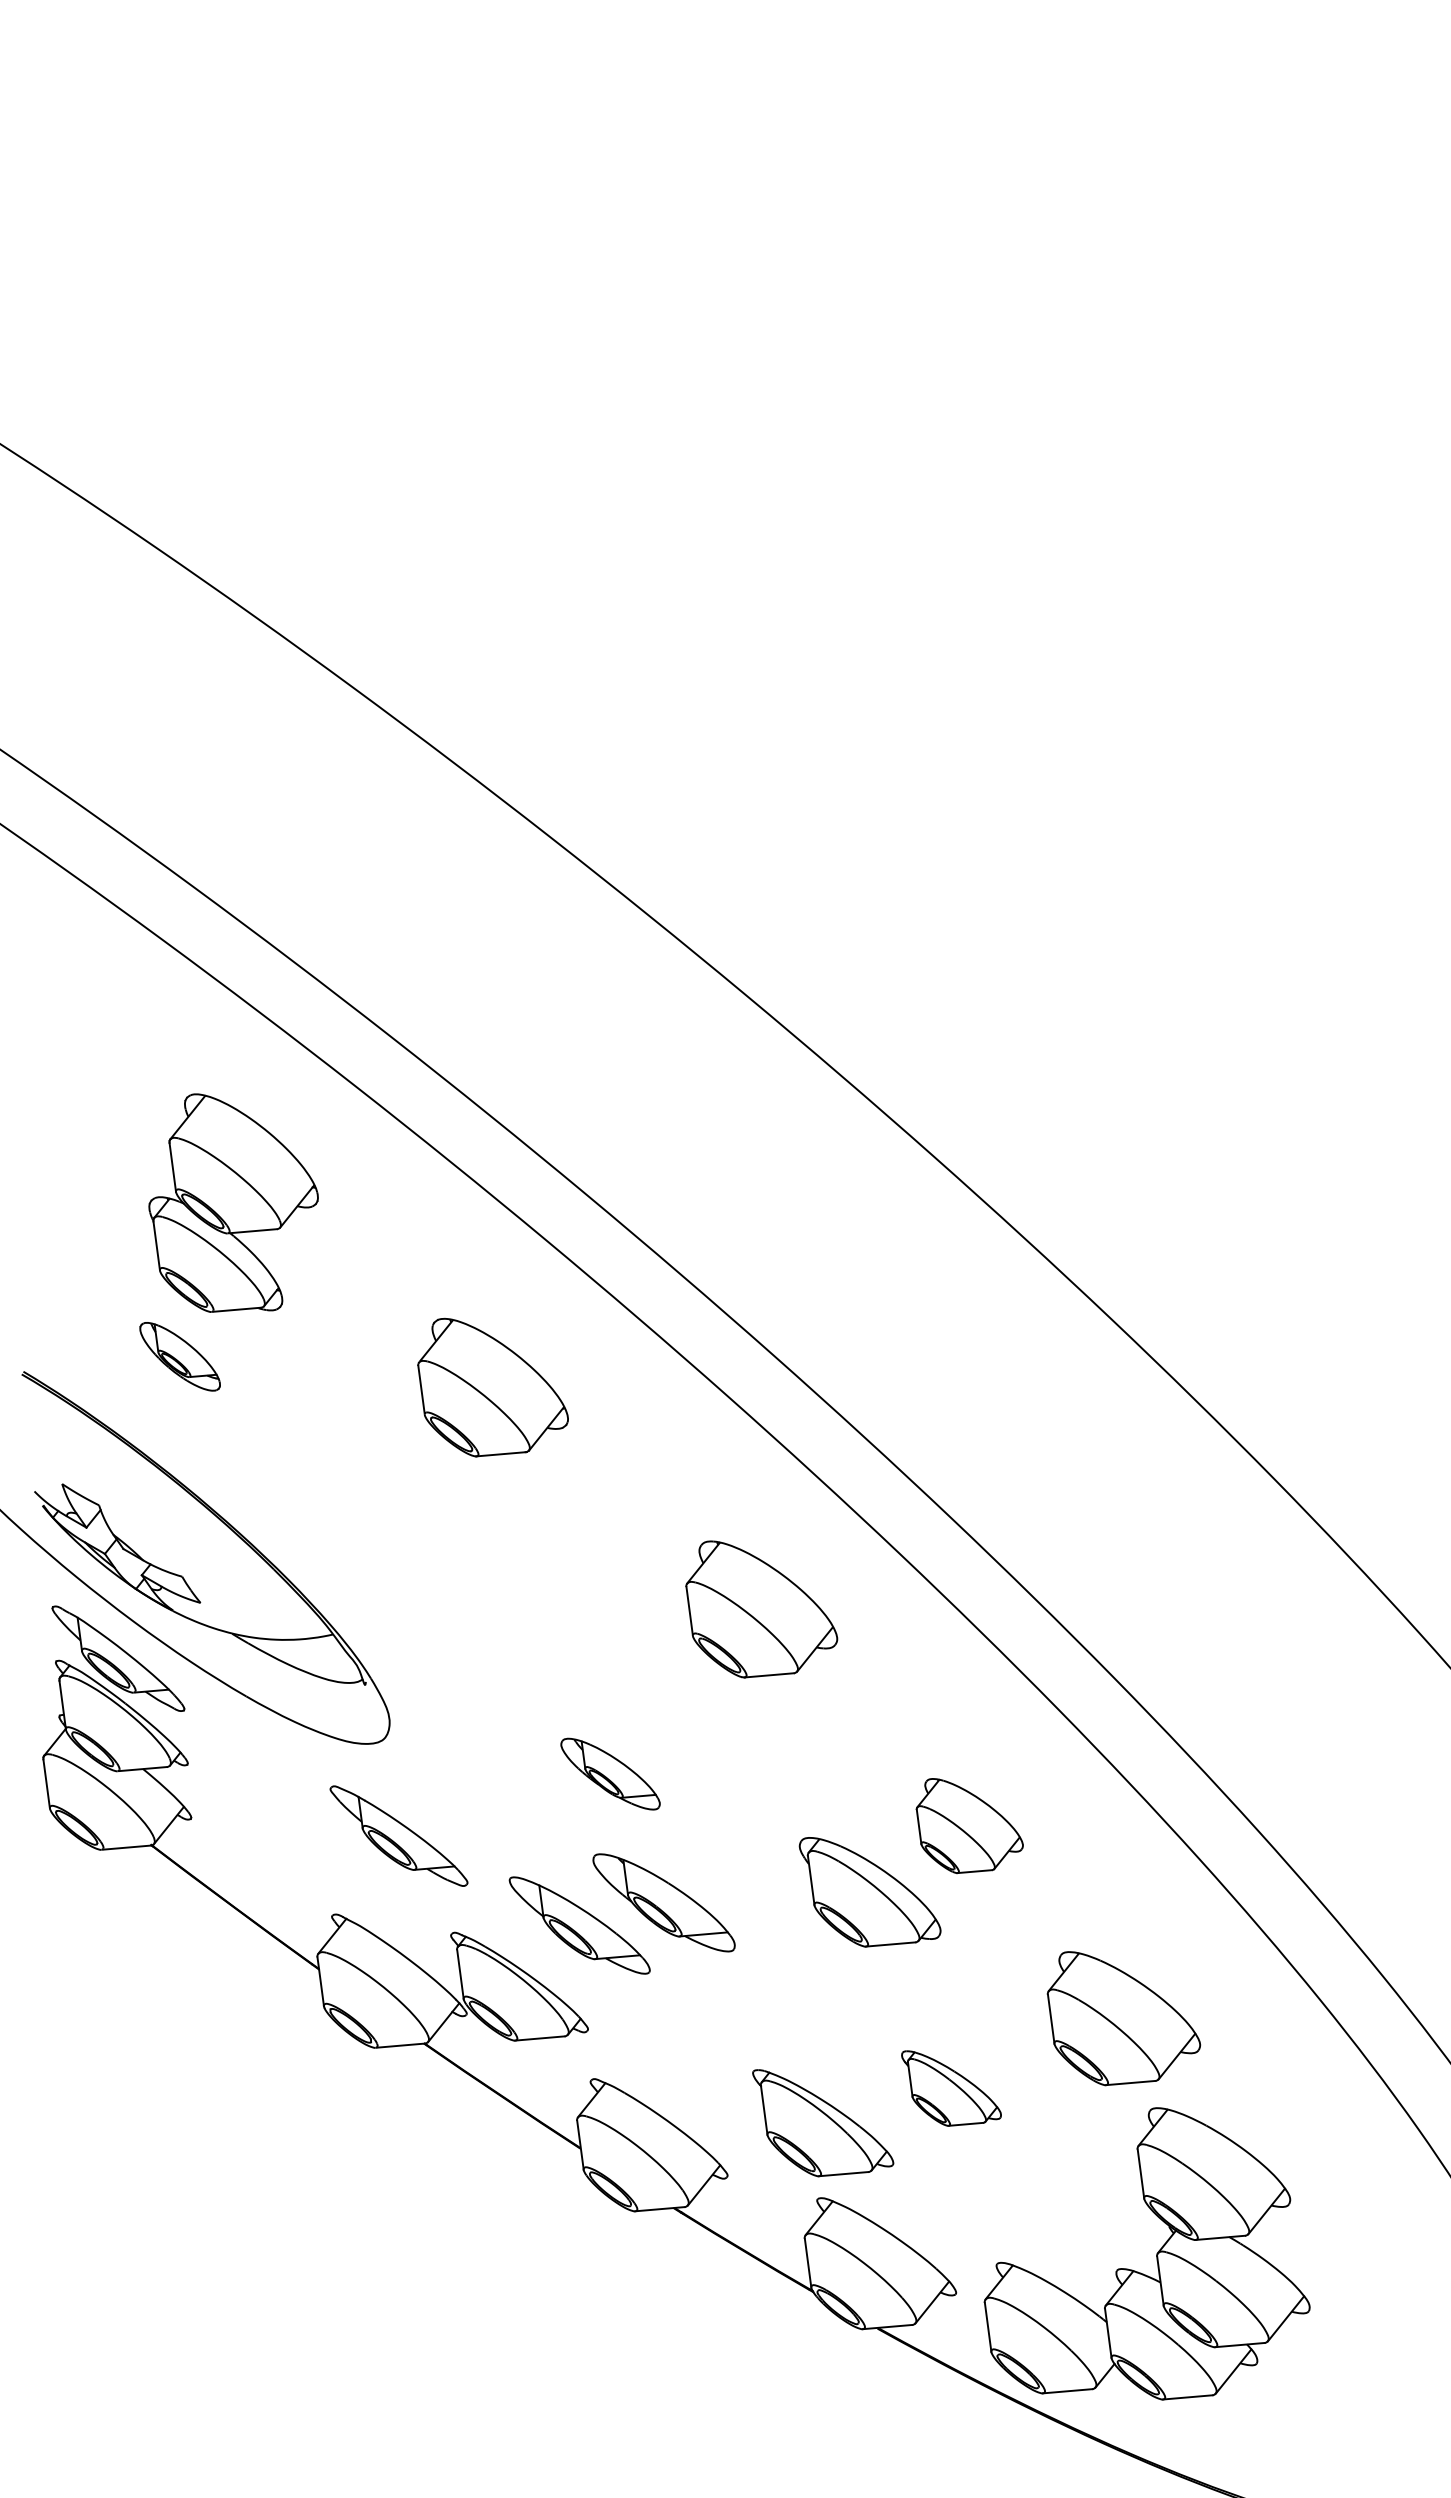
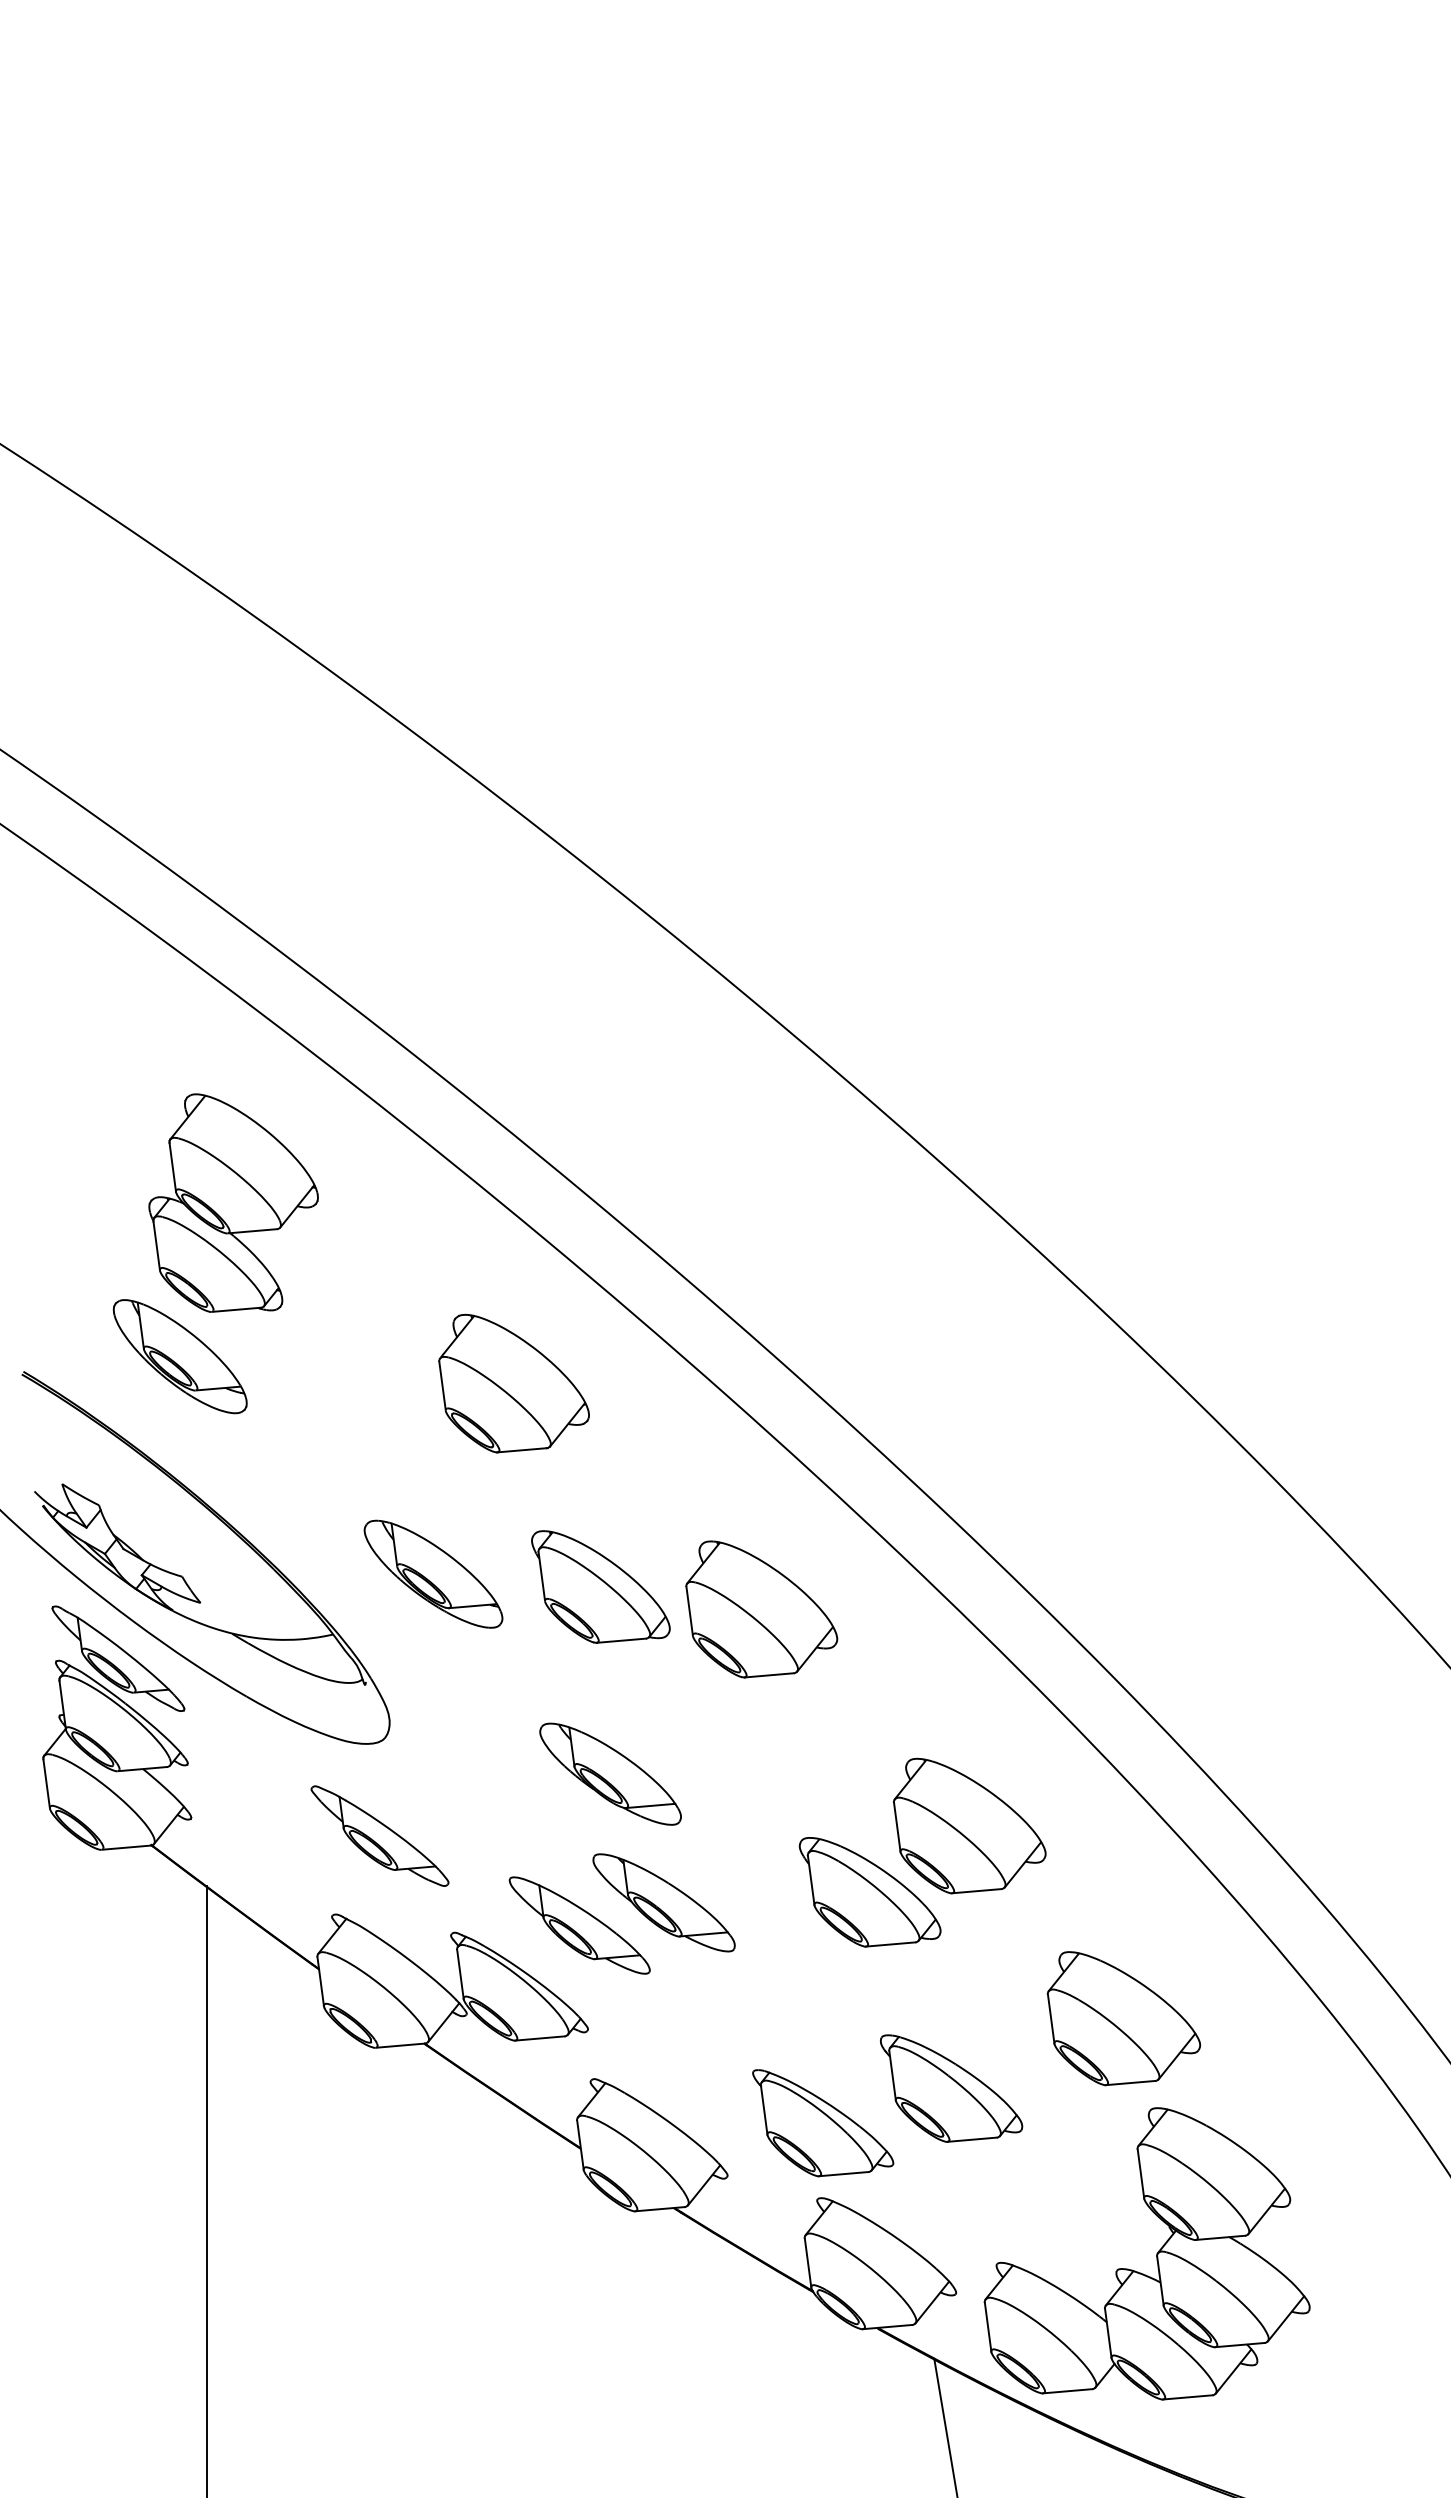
part at (179, 1356) size: 82x70 px -> 136x116 px
part at (492, 1387) position: (492, 1387) -> (513, 1383)
part at (433, 1573): none -> present
part at (600, 1586): none -> present
part at (610, 1773) size: 101x74 px -> 143x104 px
part at (969, 1826) size: 109x97 px -> 154x138 px
part at (398, 1835) position: (398, 1835) -> (379, 1835)
part at (951, 2088) size: 101x77 px -> 145x109 px
line at (206, 2190): none -> present
line at (945, 2426): none -> present
